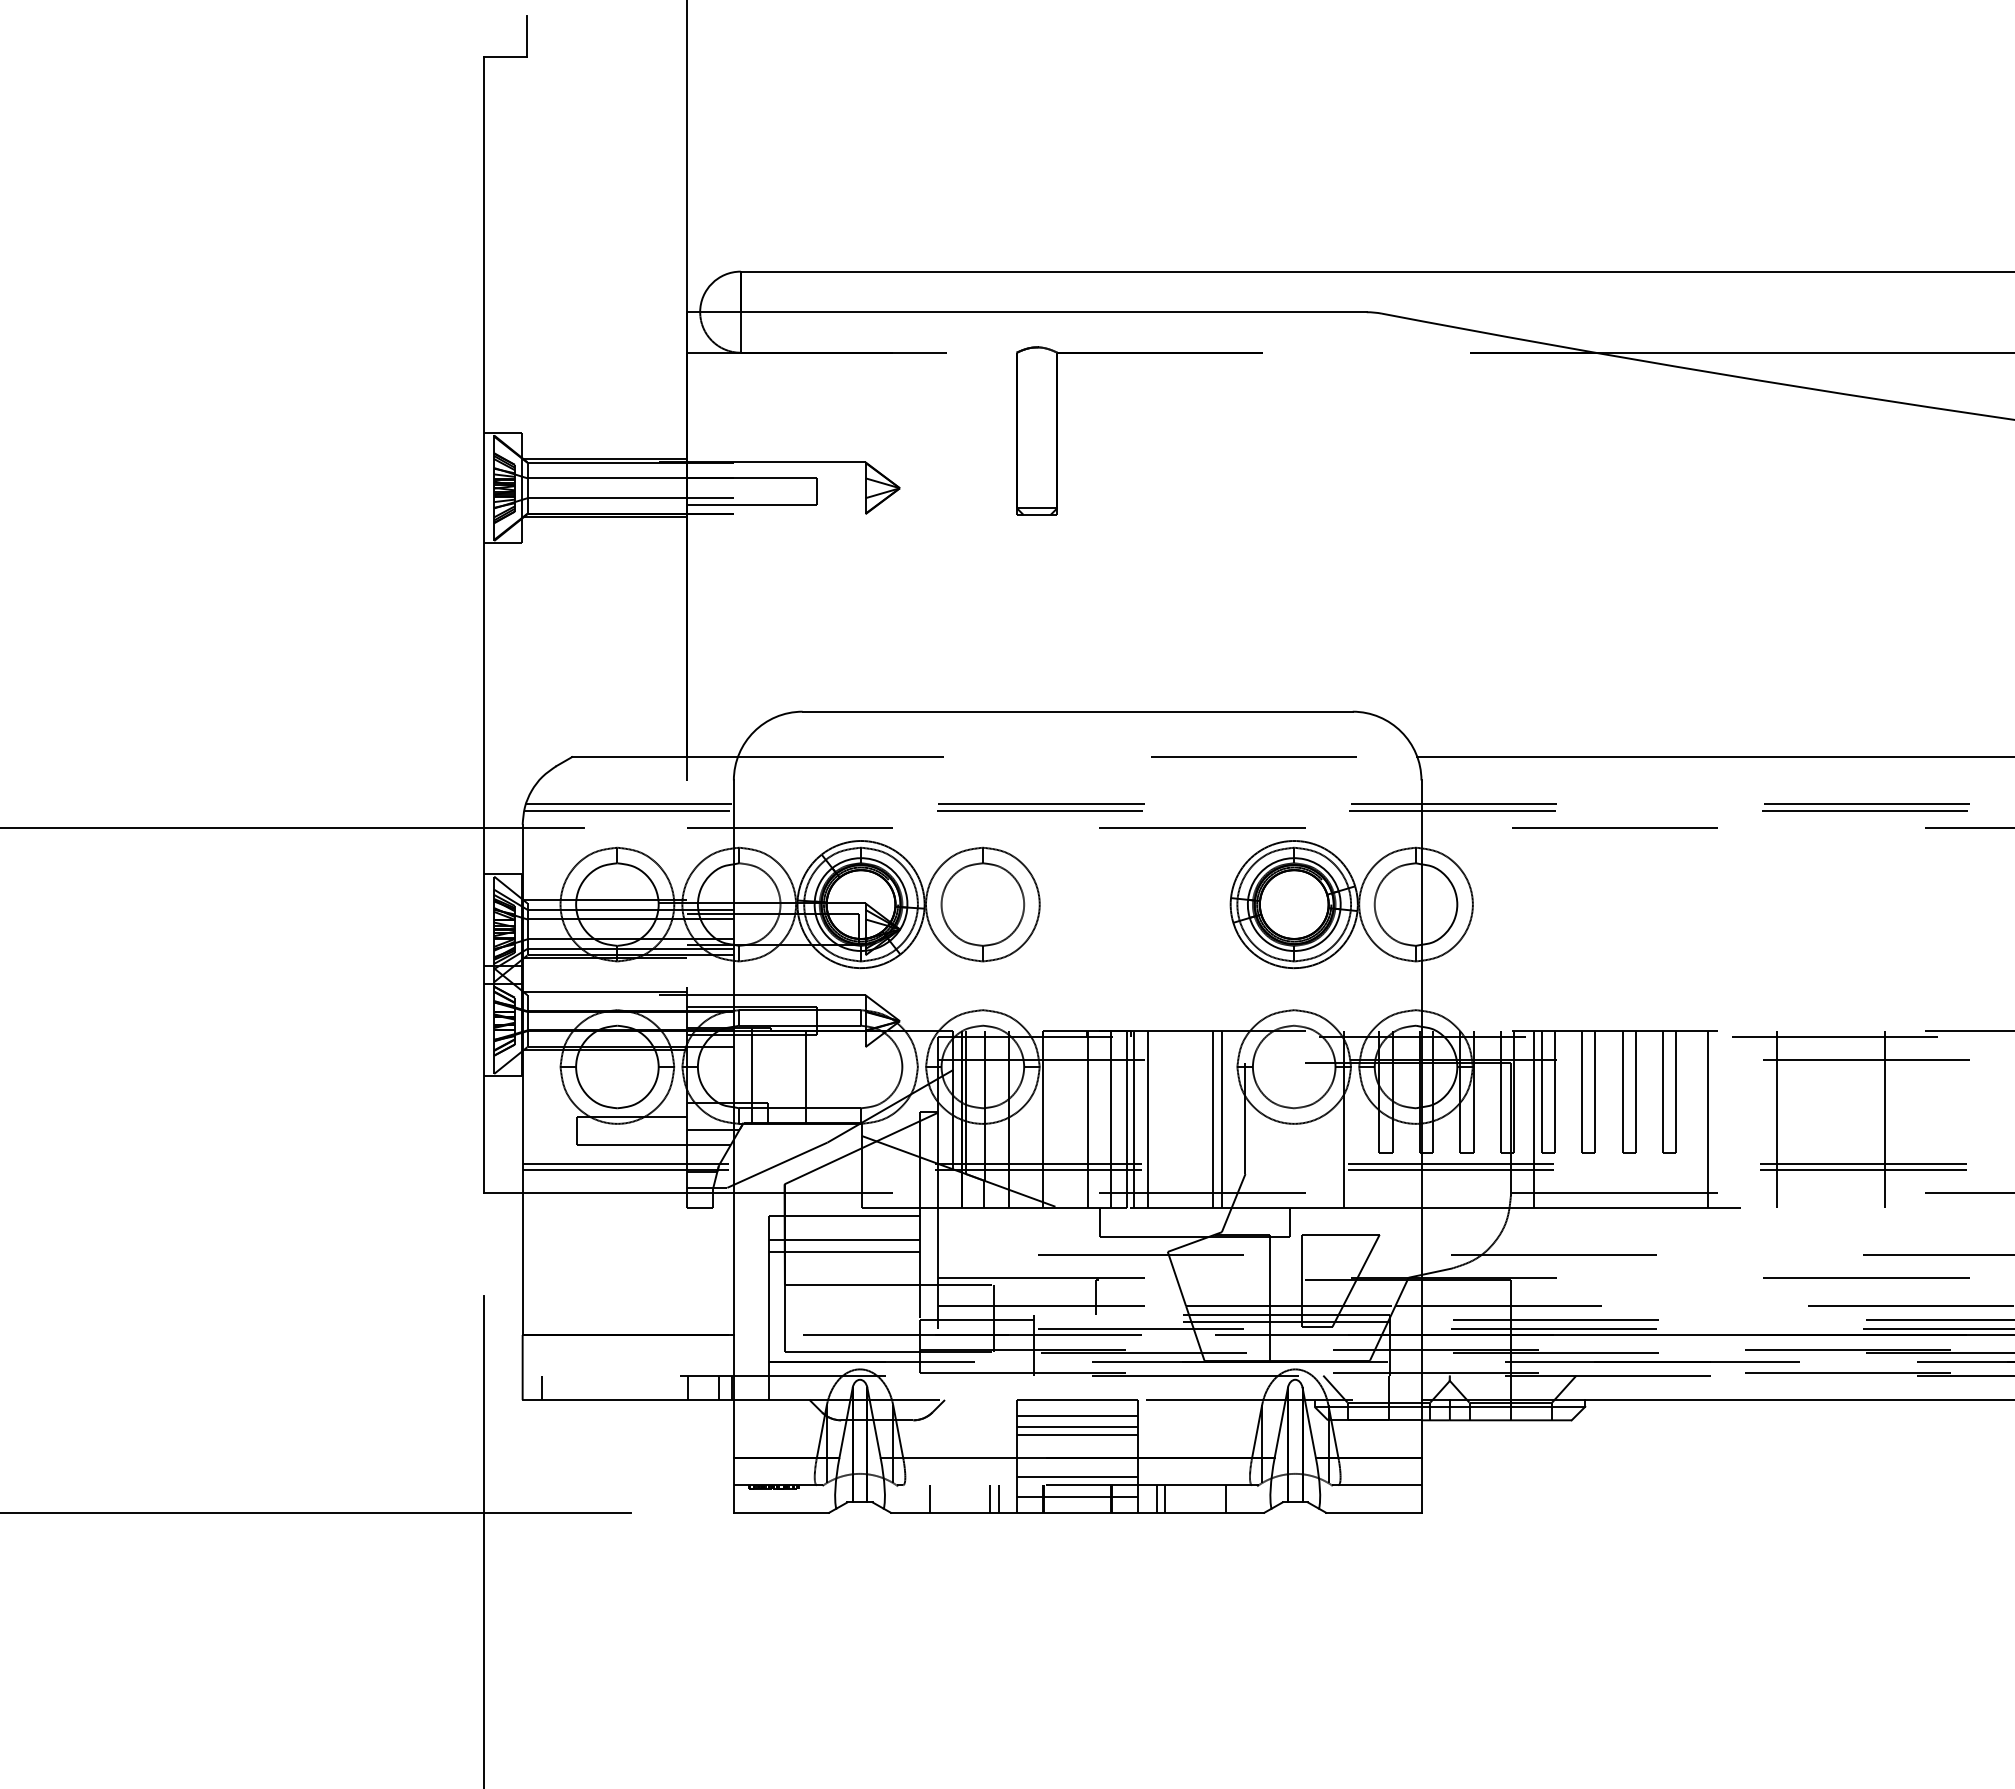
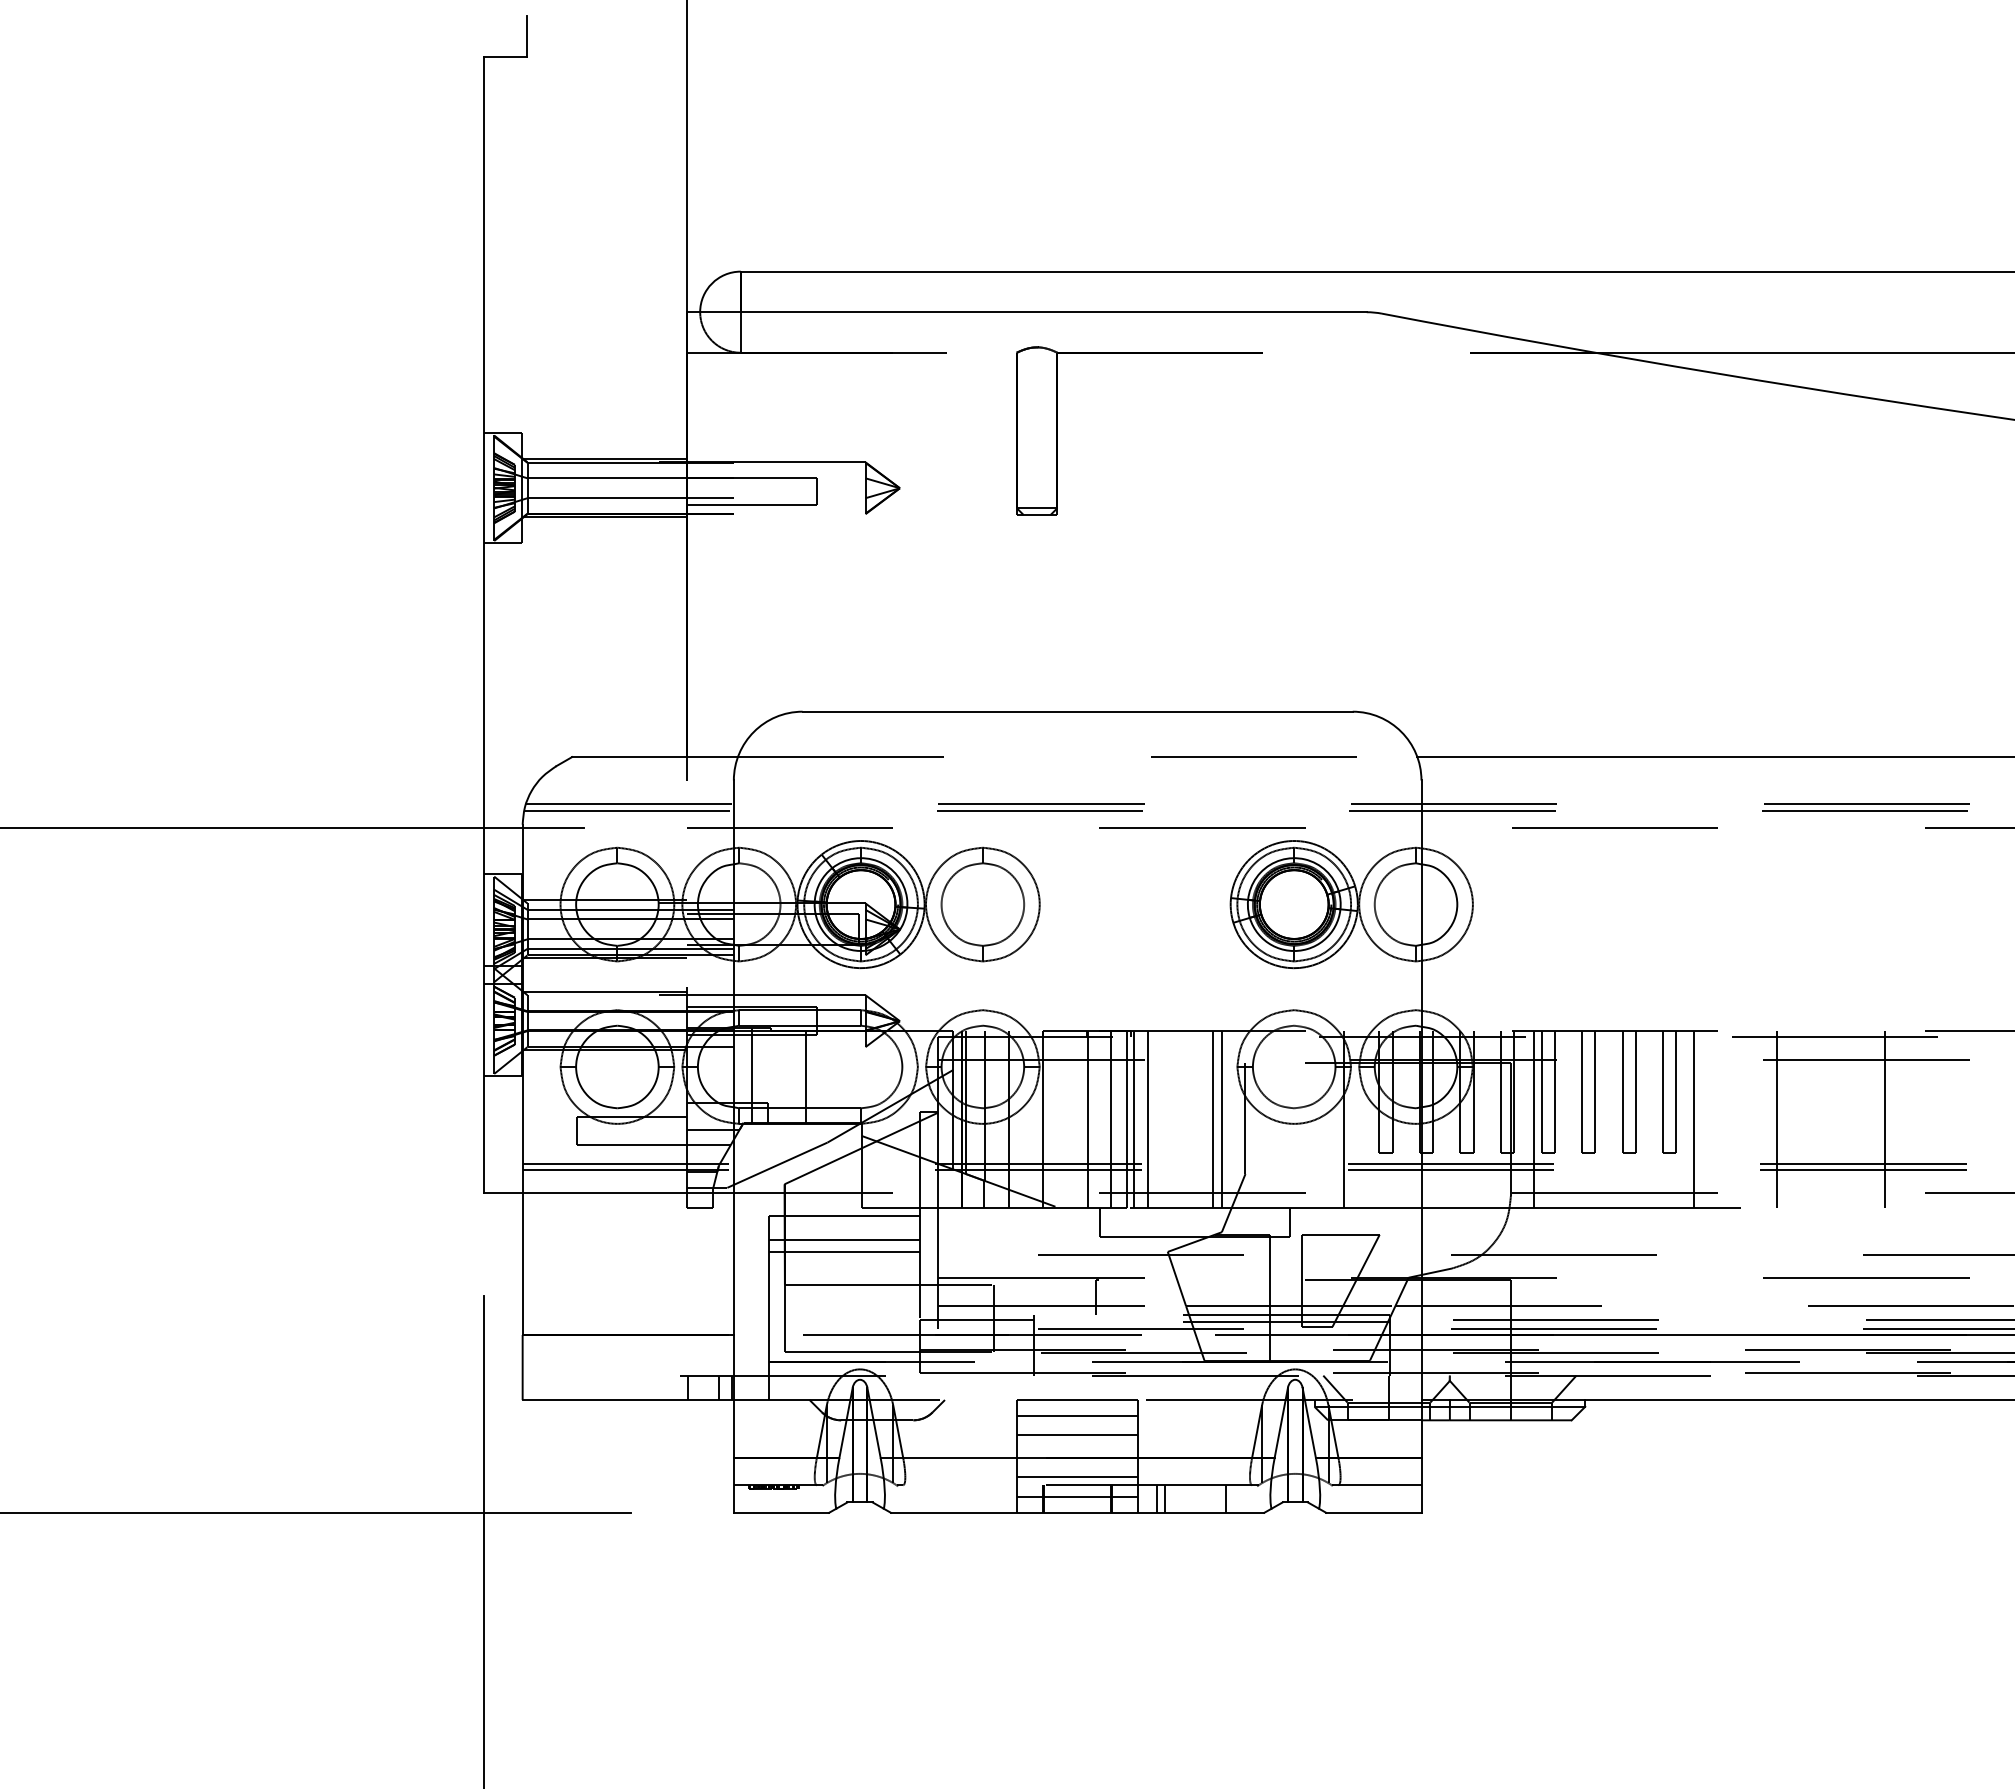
line at (1707, 1119) position: (1707, 1119) -> (1693, 1119)
line at (542, 1387): present -> none
line at (1077, 1427): present -> none
line at (929, 1498): present -> none
line at (989, 1498): present -> none
line at (998, 1498): present -> none
